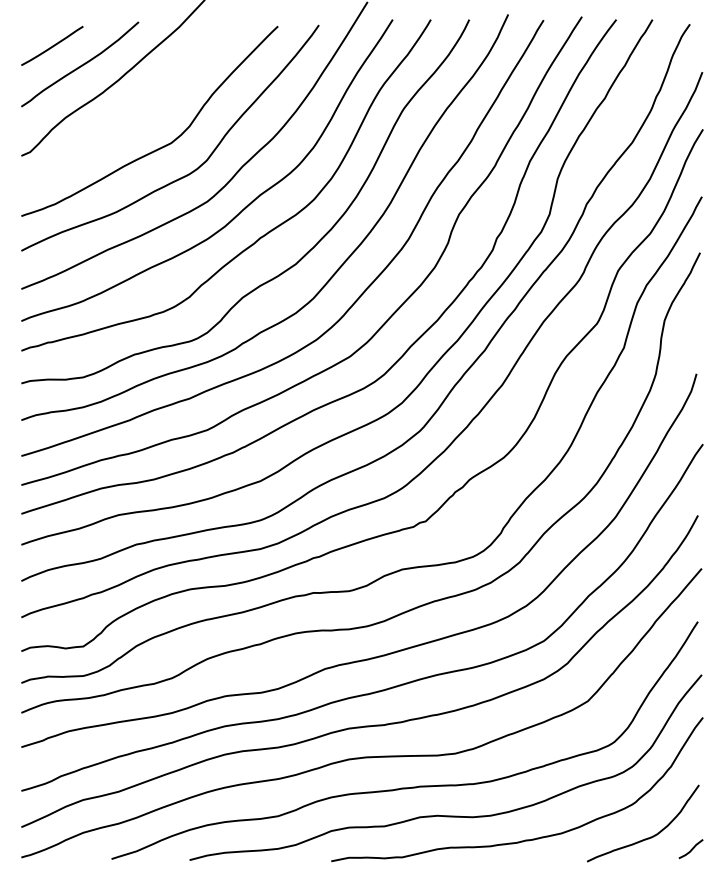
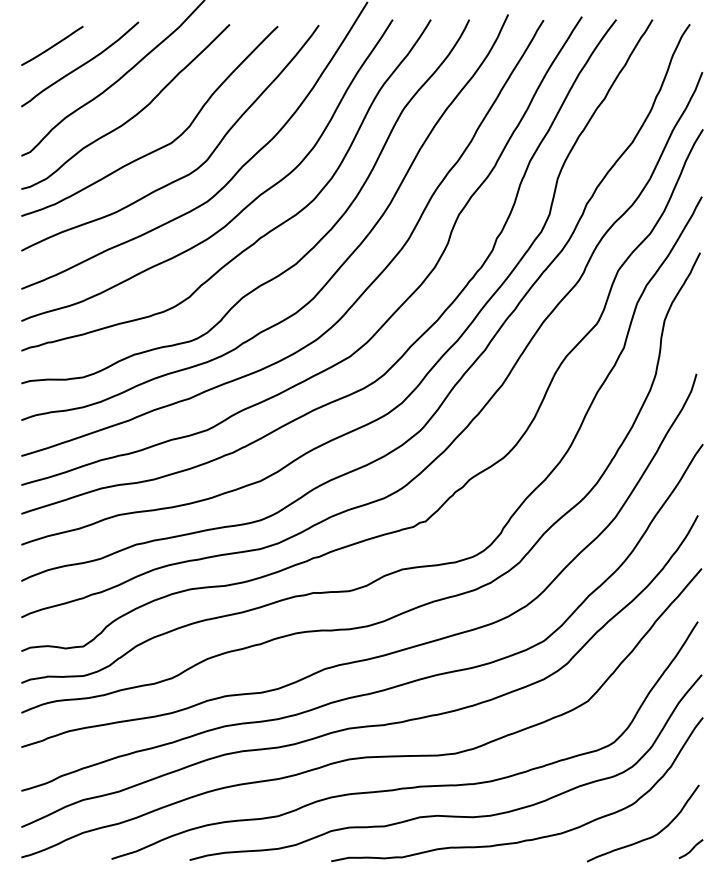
curve at (133, 115): none -> present
